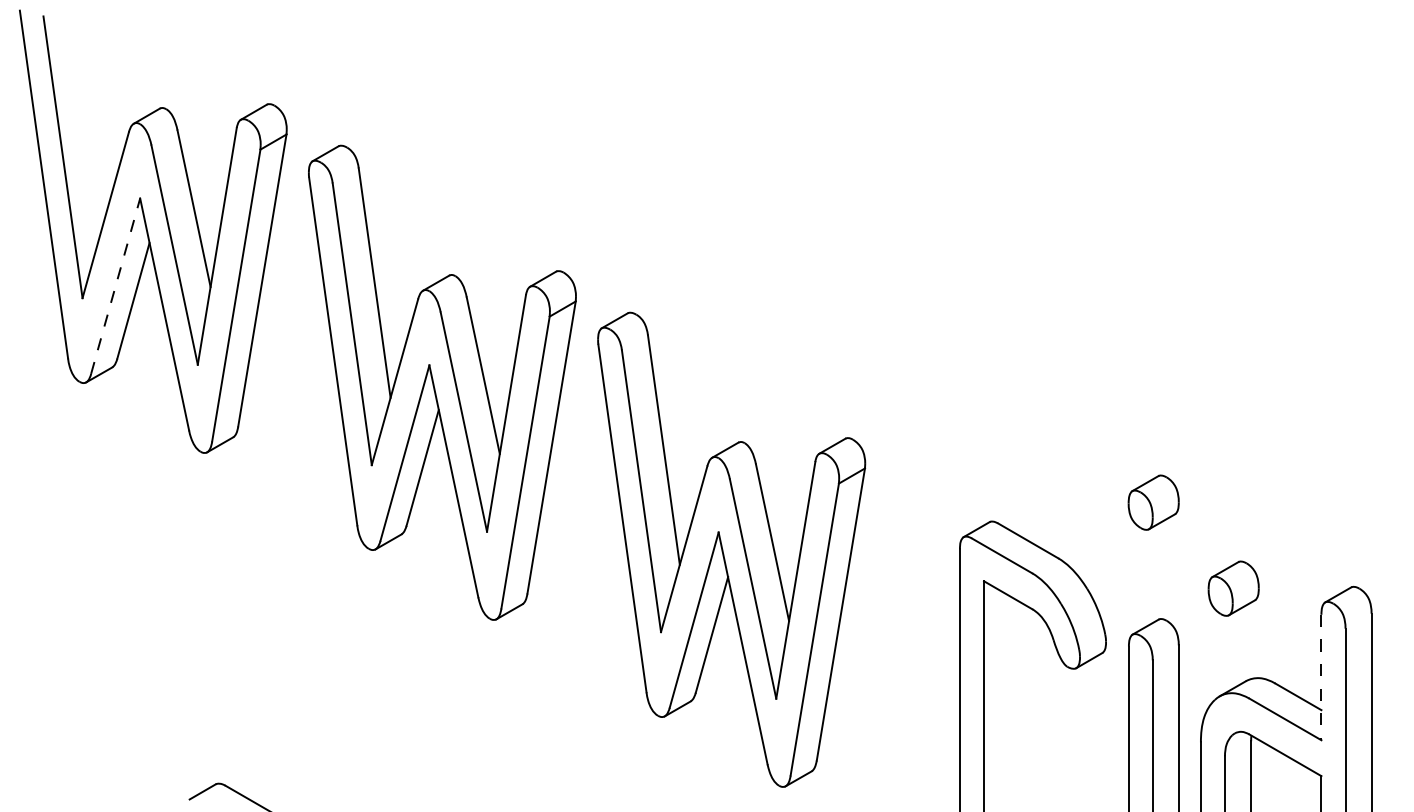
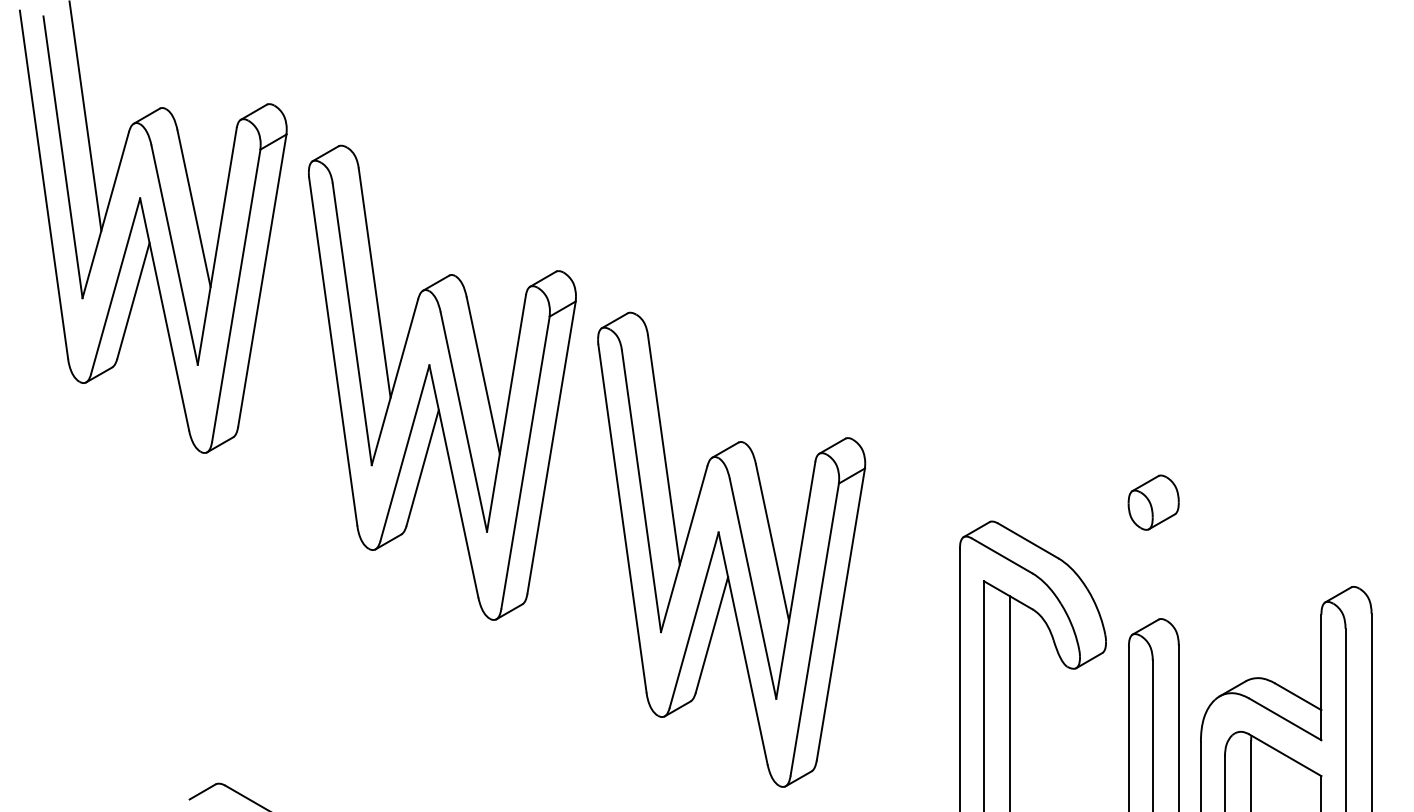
line at (85, 116): none -> present
line at (115, 285): dashed -> solid
part at (1233, 588): present -> none
line at (1321, 677): dashed -> solid
line at (1010, 702): none -> present
